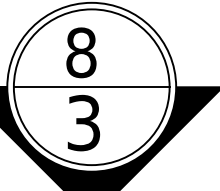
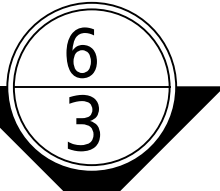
text at (81, 52): 8 -> 6
